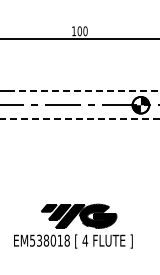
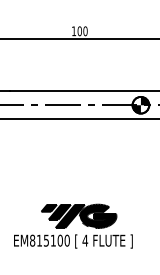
line at (85, 91): dashed -> solid
line at (80, 119): dashed -> solid
text at (49, 240): EM538018 -> EM815100
